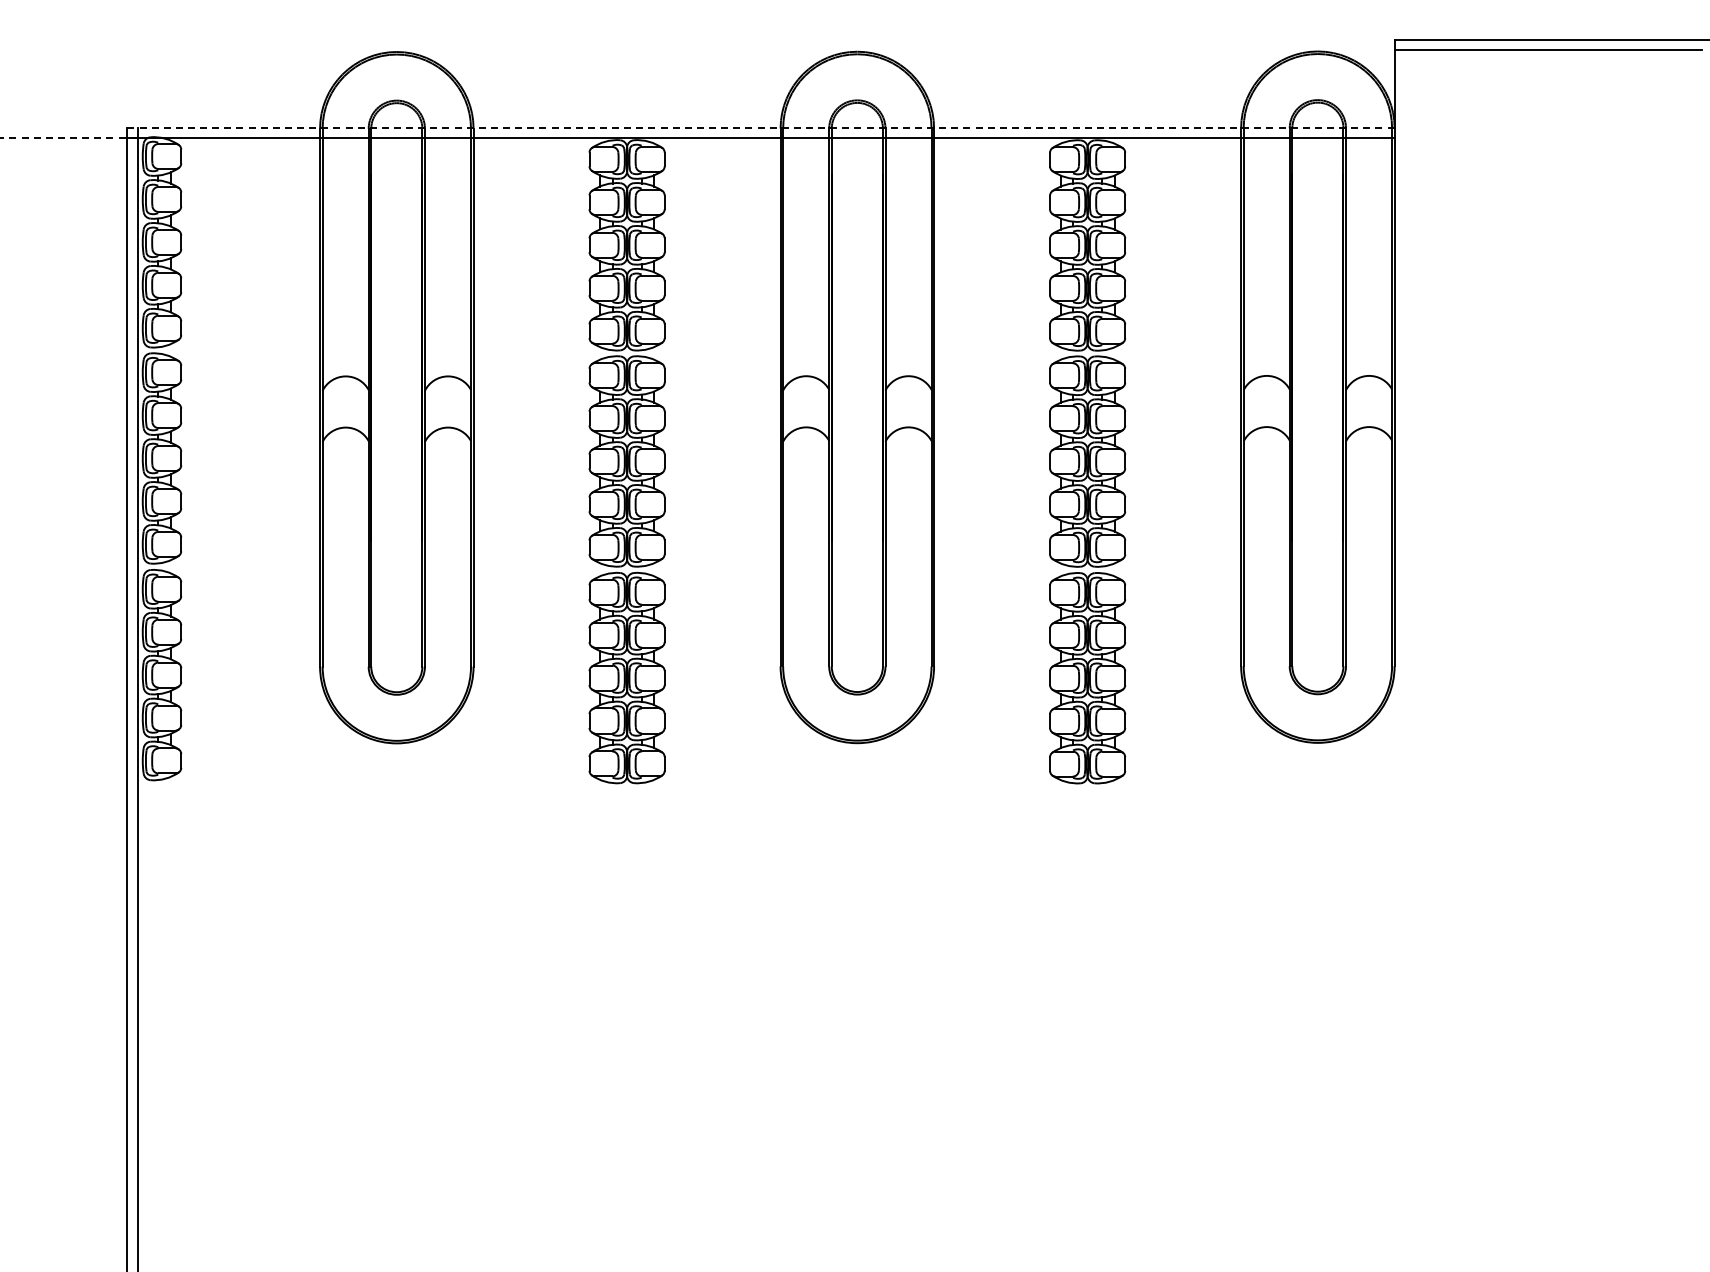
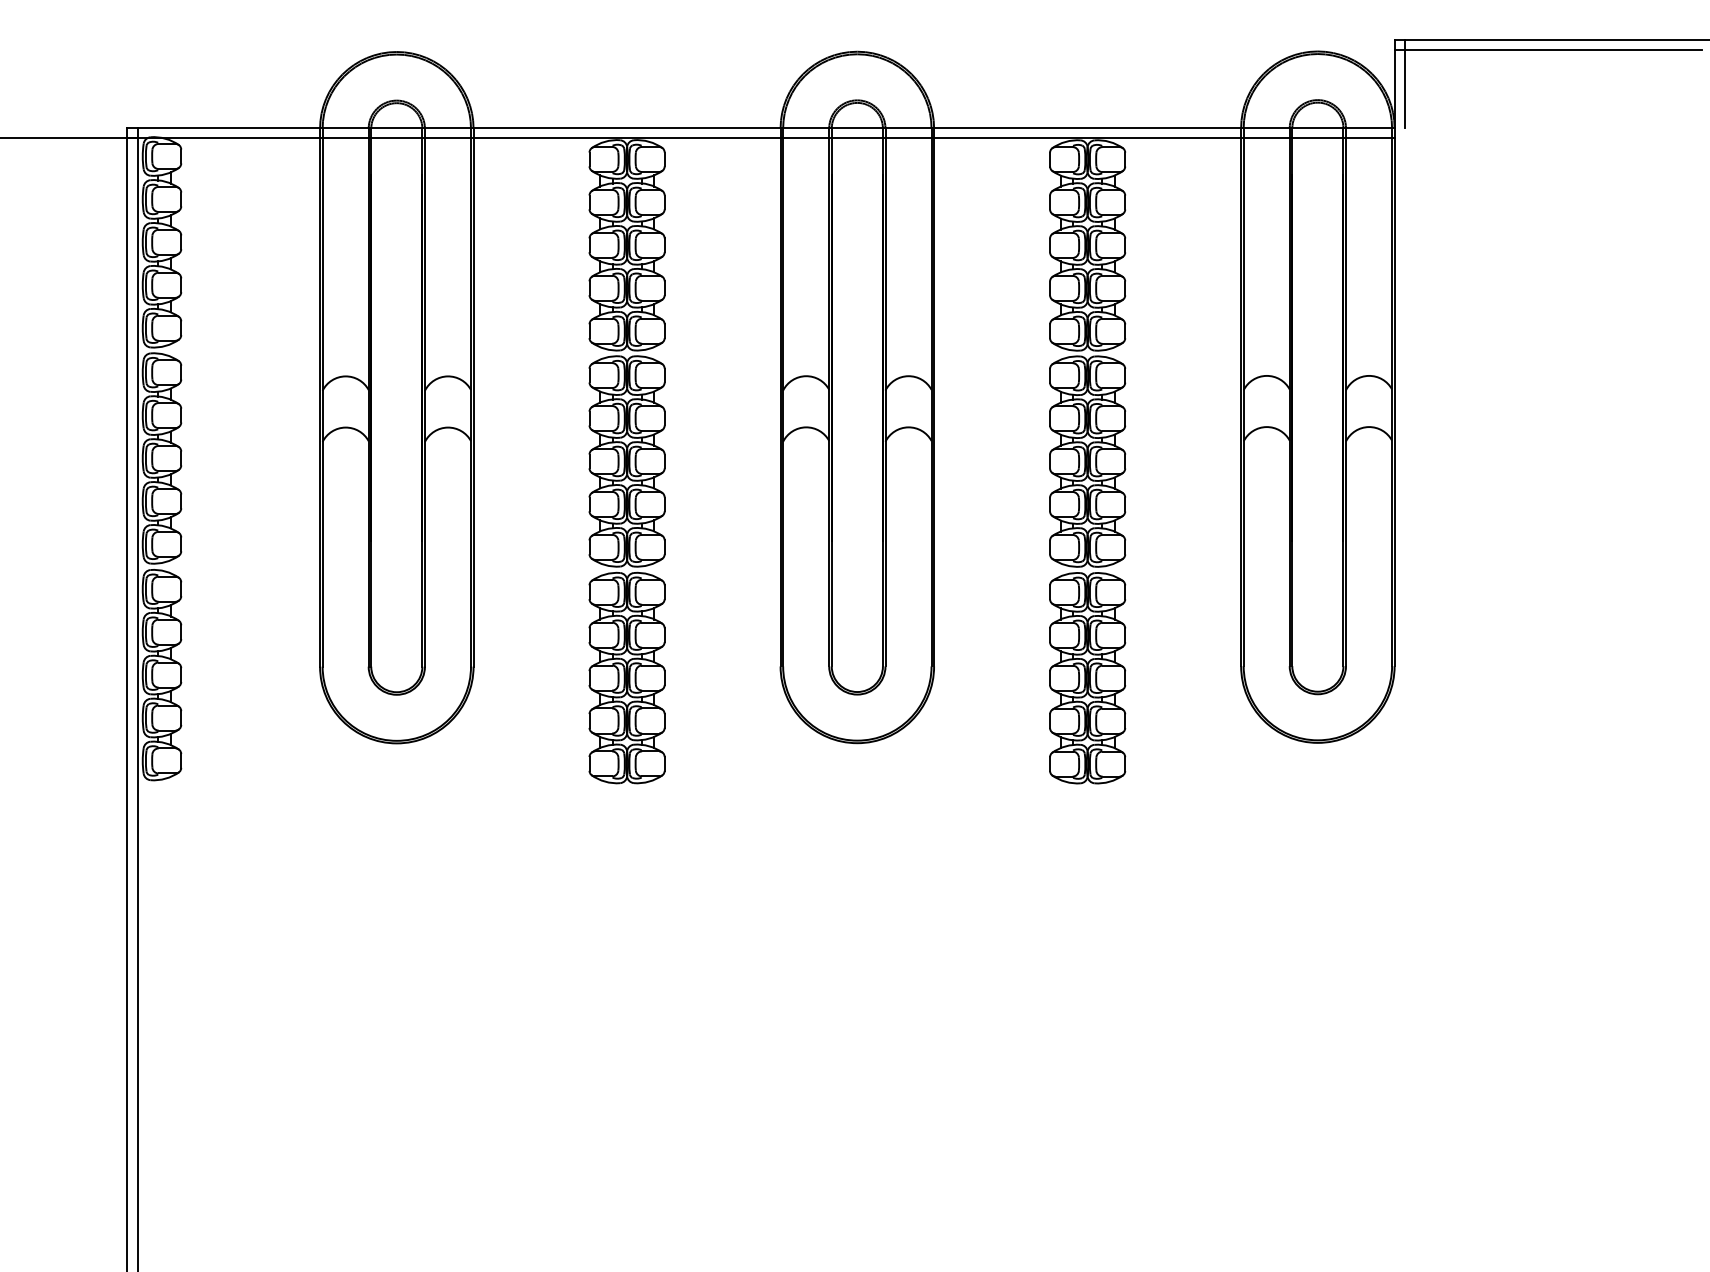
line at (1404, 83): none -> present
line at (761, 128): dashed -> solid
line at (69, 138): dashed -> solid
